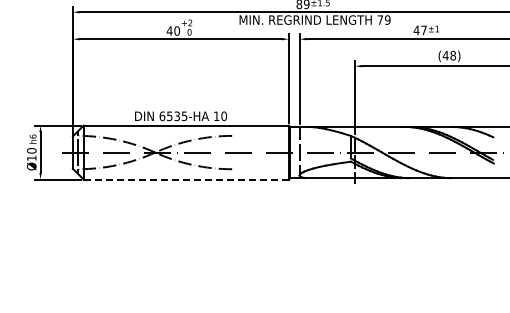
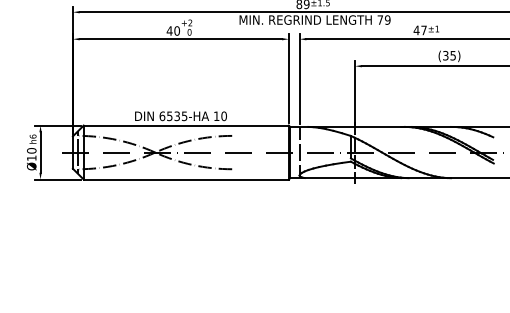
text at (449, 55): (48) -> (35)
line at (186, 179): dashed -> solid
